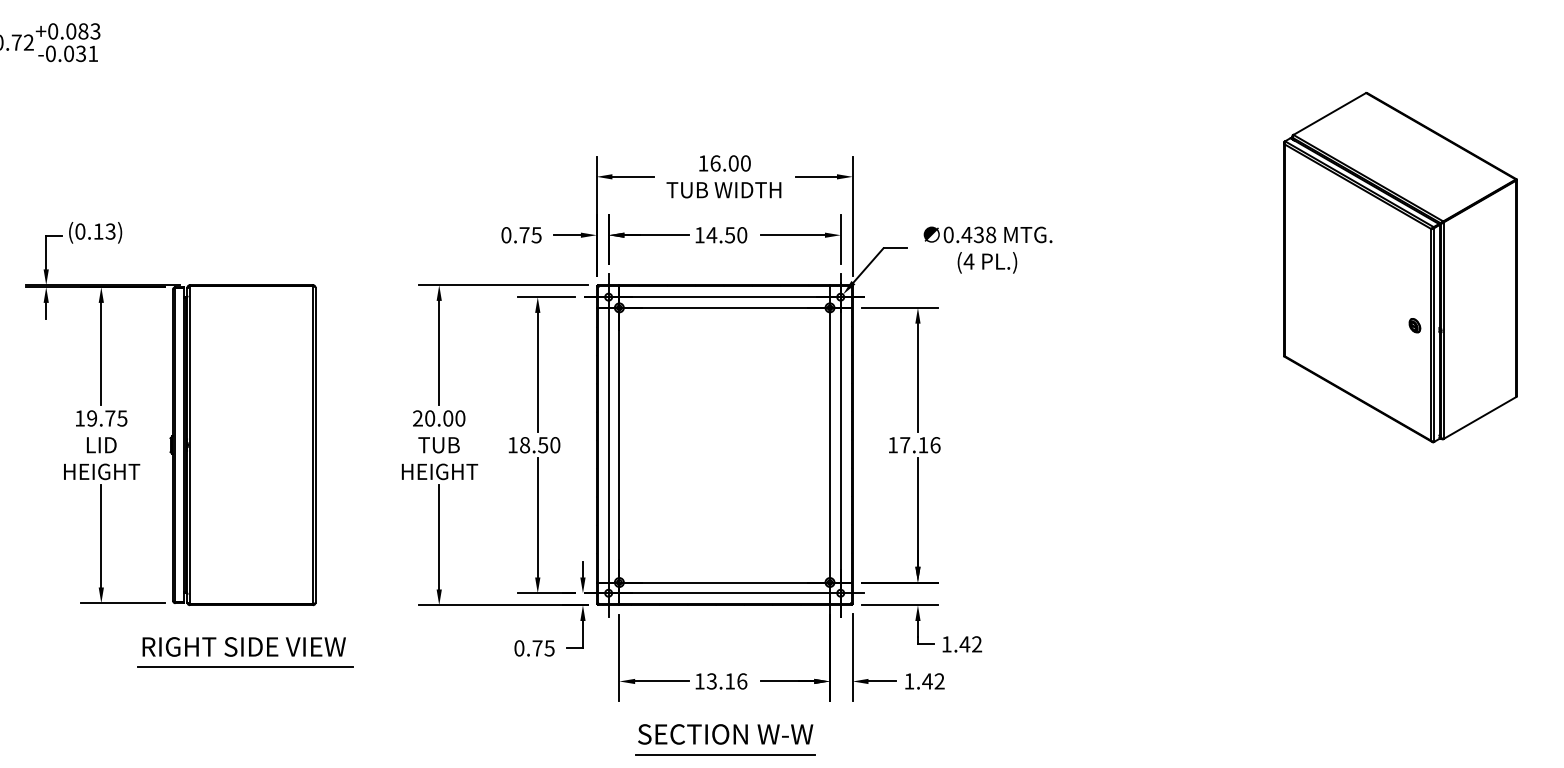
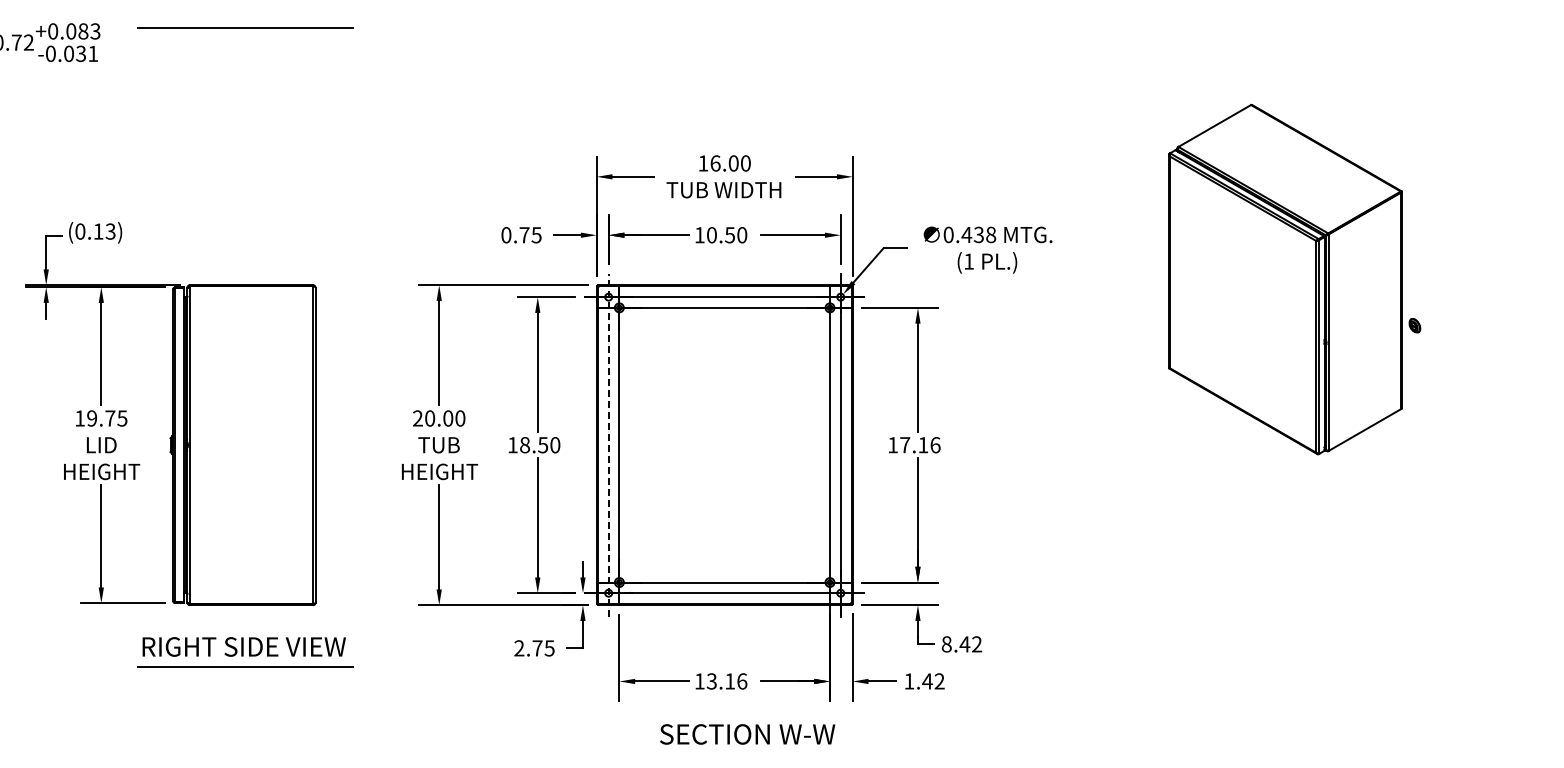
line at (245, 27): none -> present
text at (711, 235): 14.50 -> 10.50
text at (968, 261): (4 -> (1
part at (1400, 267) position: (1400, 267) -> (1285, 279)
line at (608, 445): solid -> dashed
text at (946, 644): 1.42 -> 8.42
text at (519, 648): 0.75 -> 2.75
text at (725, 734) position: (725, 734) -> (747, 734)
line at (725, 754): present -> none
